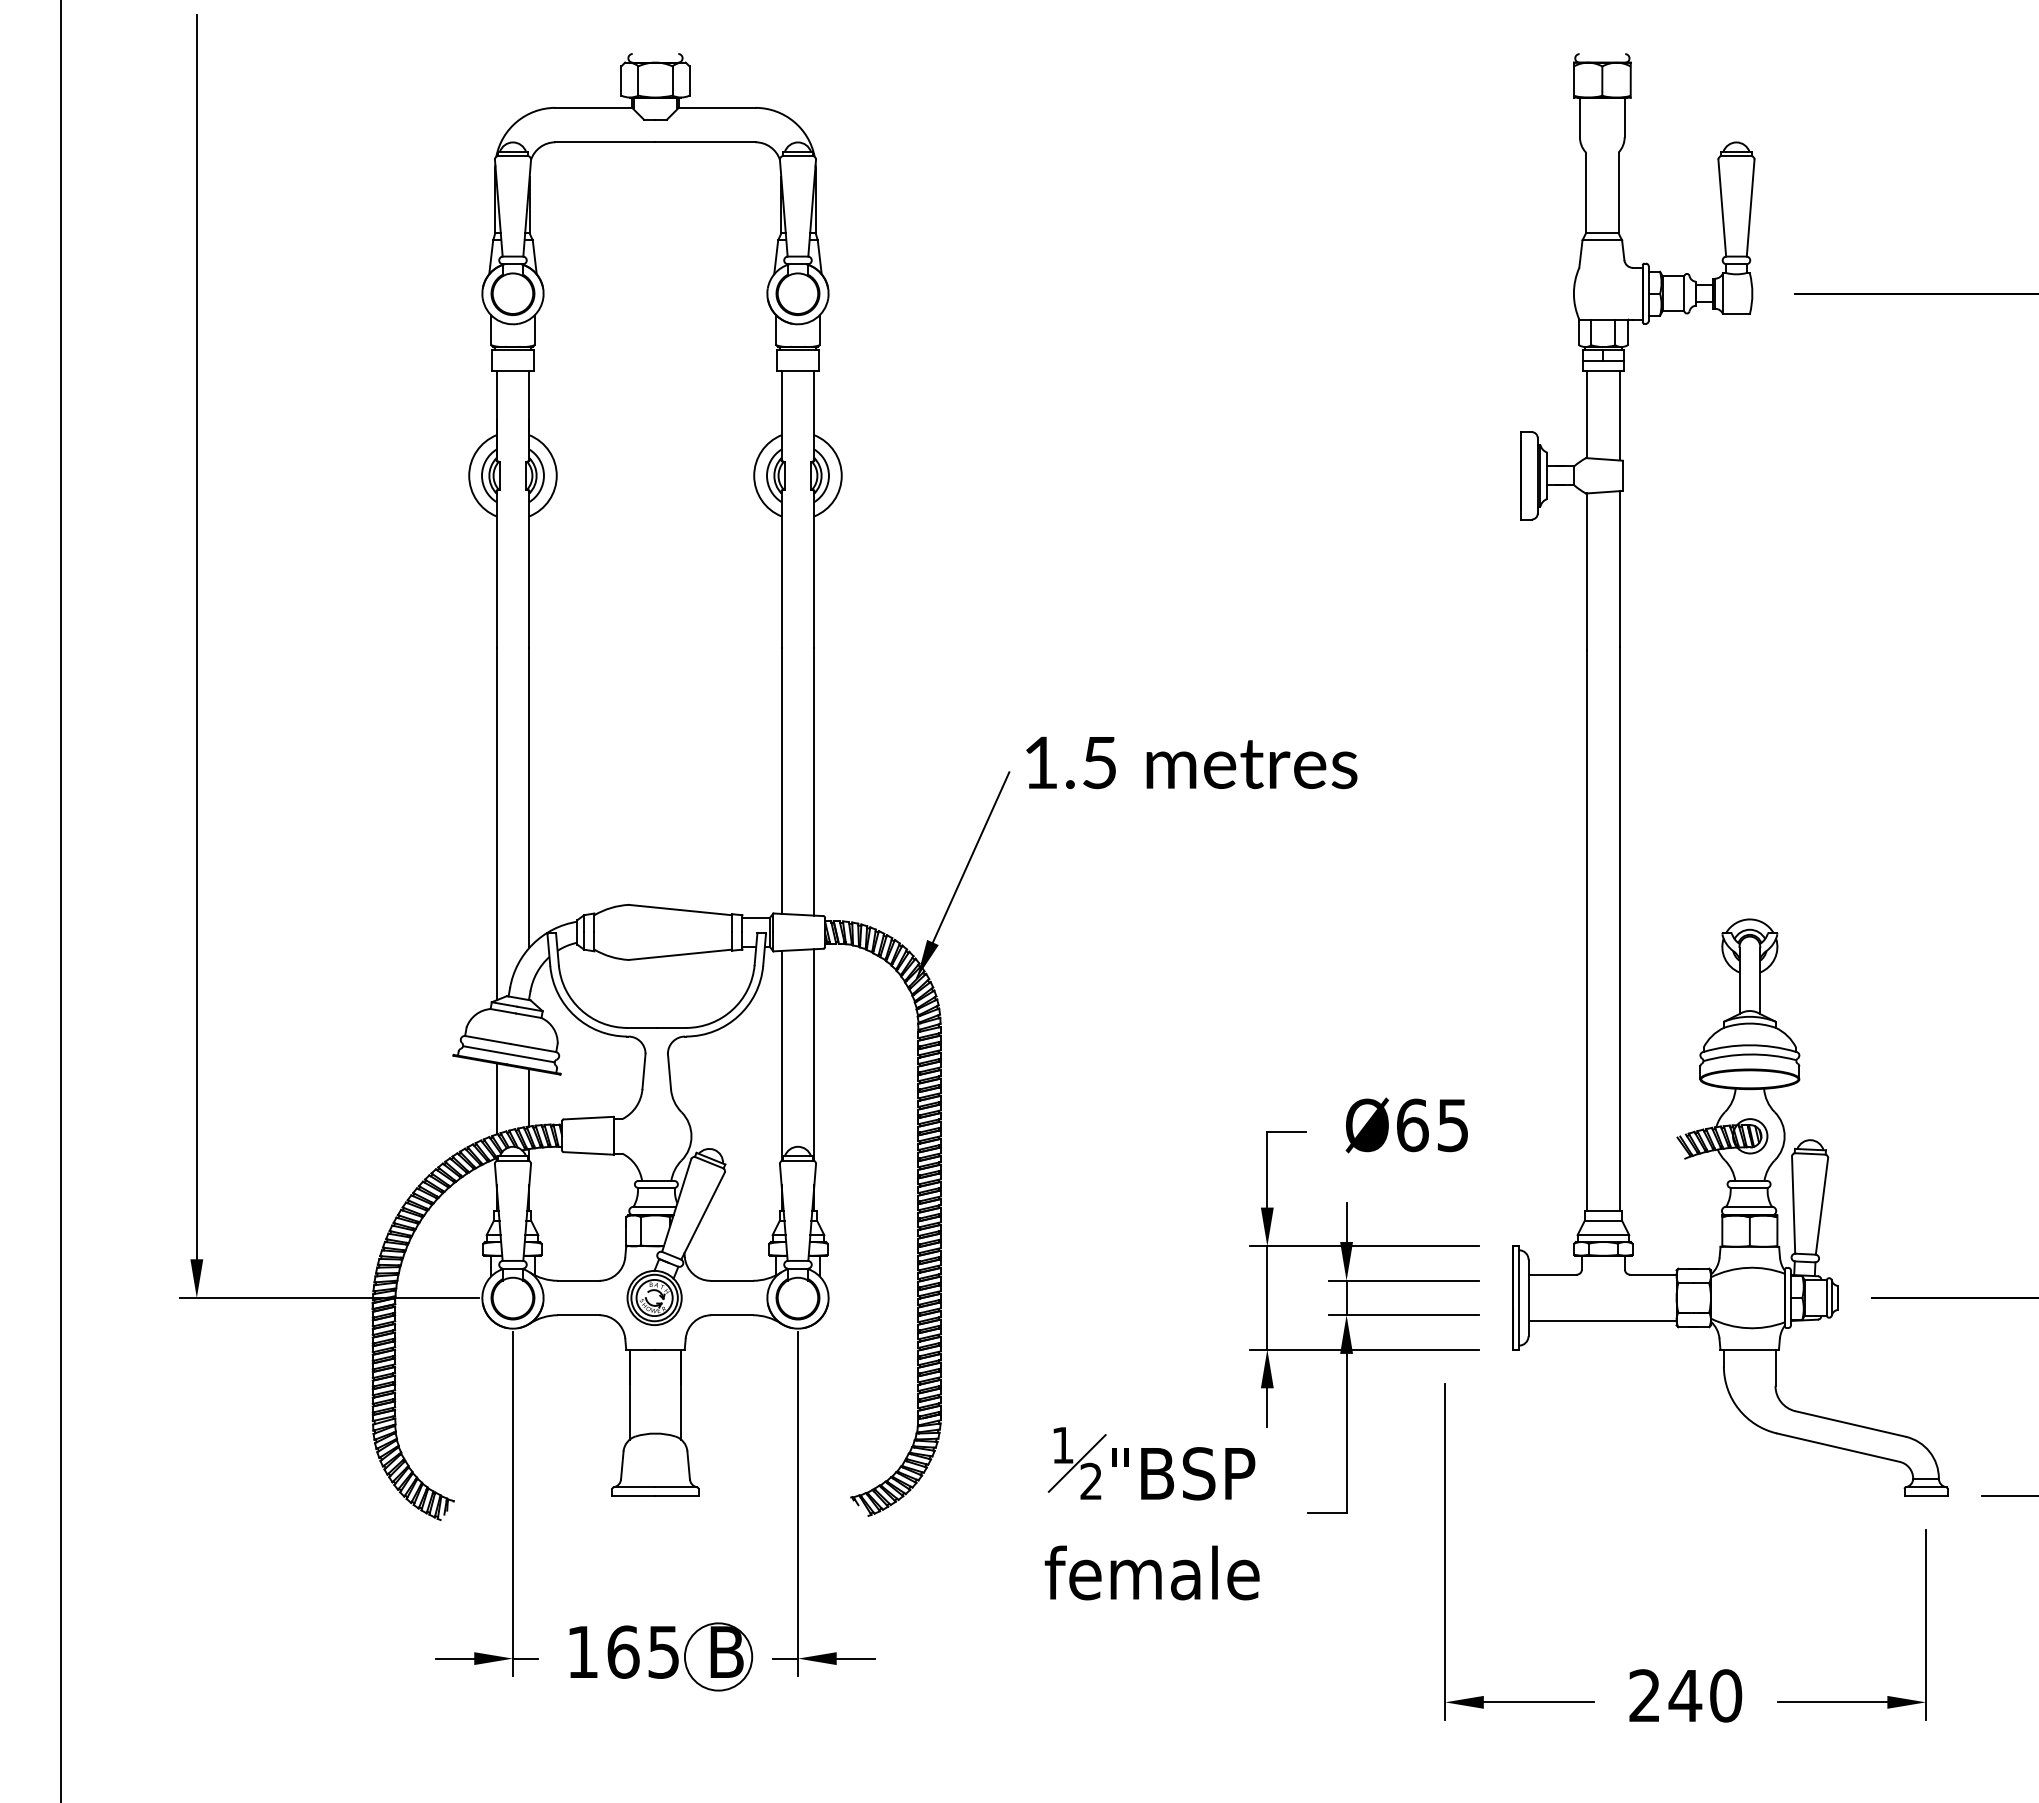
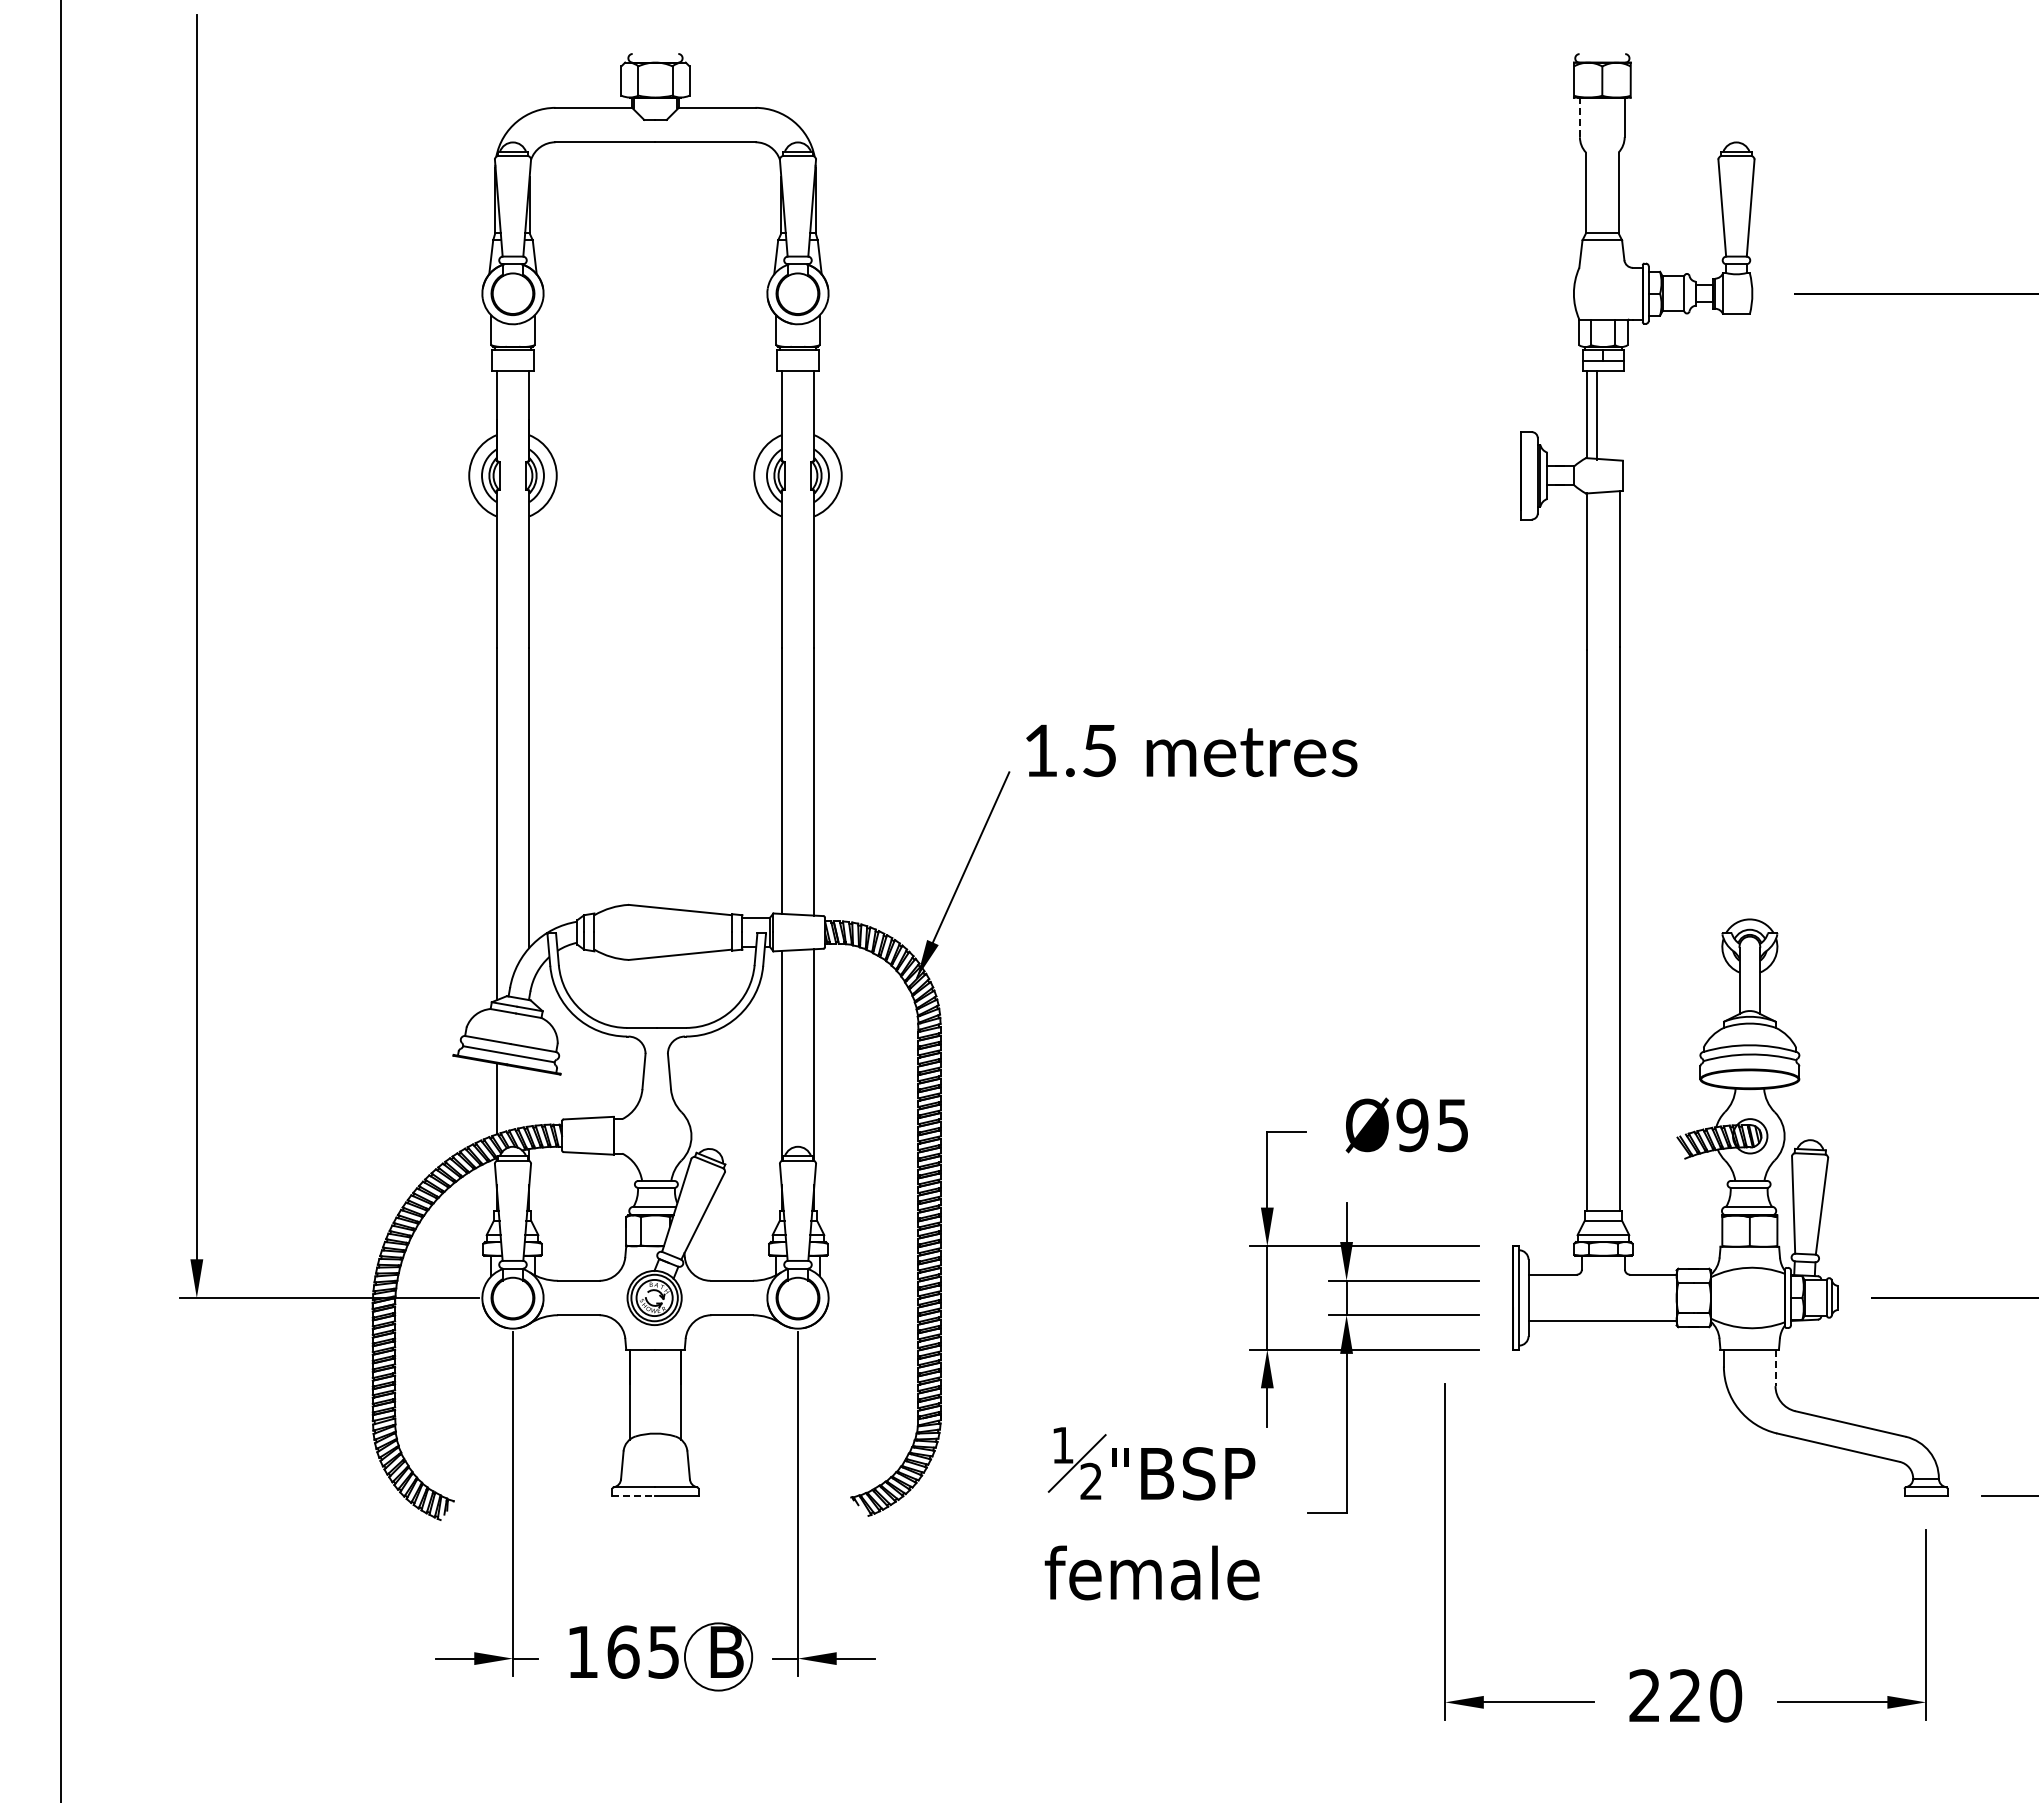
line at (1579, 117): solid -> dashed
line at (1619, 415) position: (1619, 415) -> (1596, 415)
text at (1191, 762) position: (1191, 762) -> (1191, 750)
line at (529, 1097): present -> none
text at (1412, 1125): Ø65 -> Ø95
line at (1775, 1368): solid -> dashed
line at (633, 1495): solid -> dashed
text at (1685, 1695): 240 -> 220
